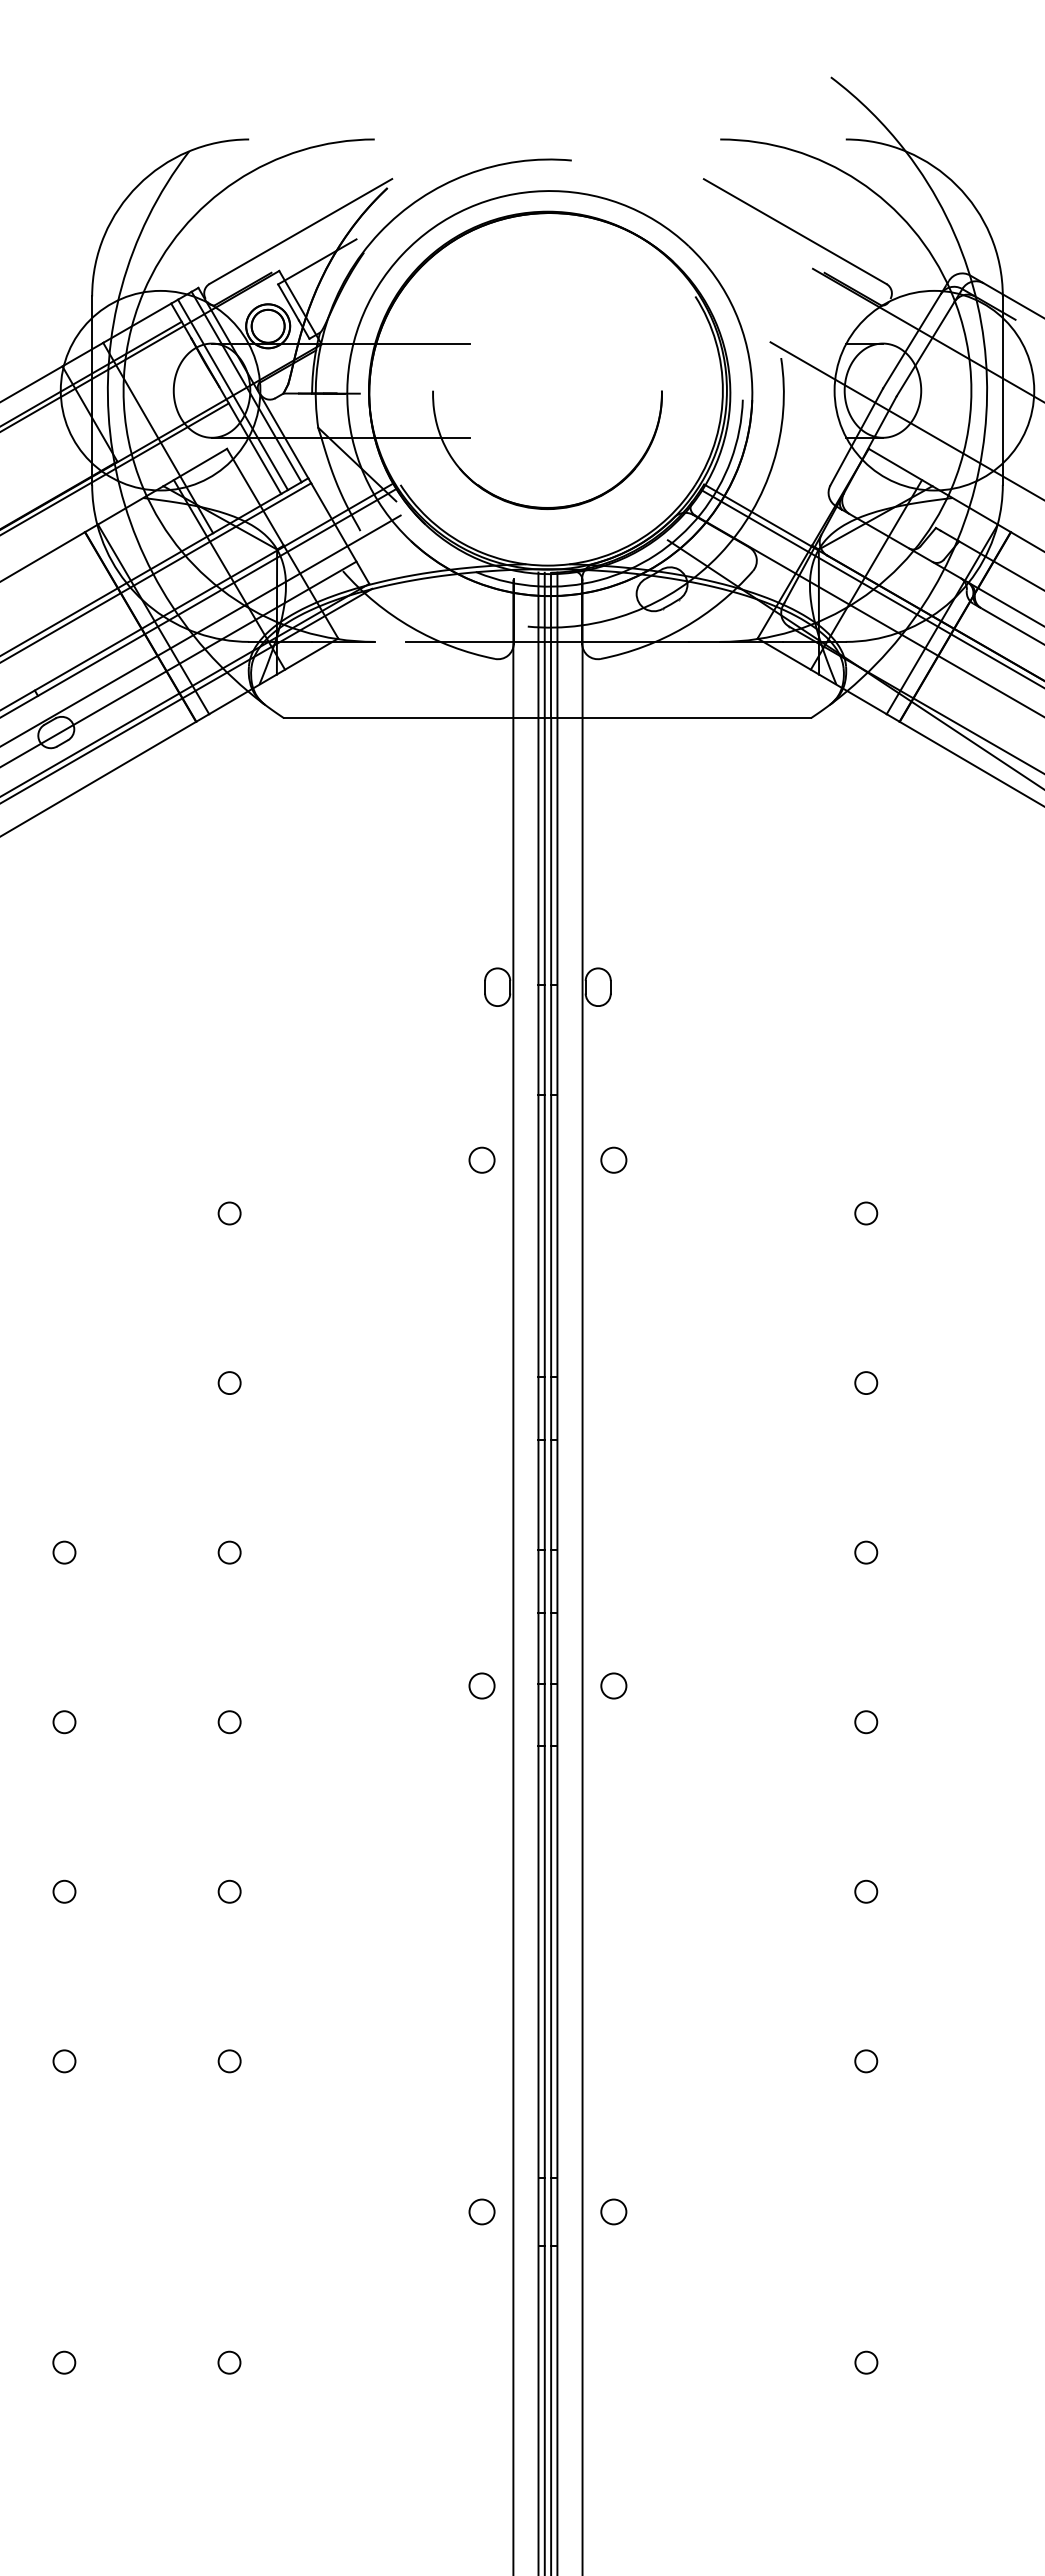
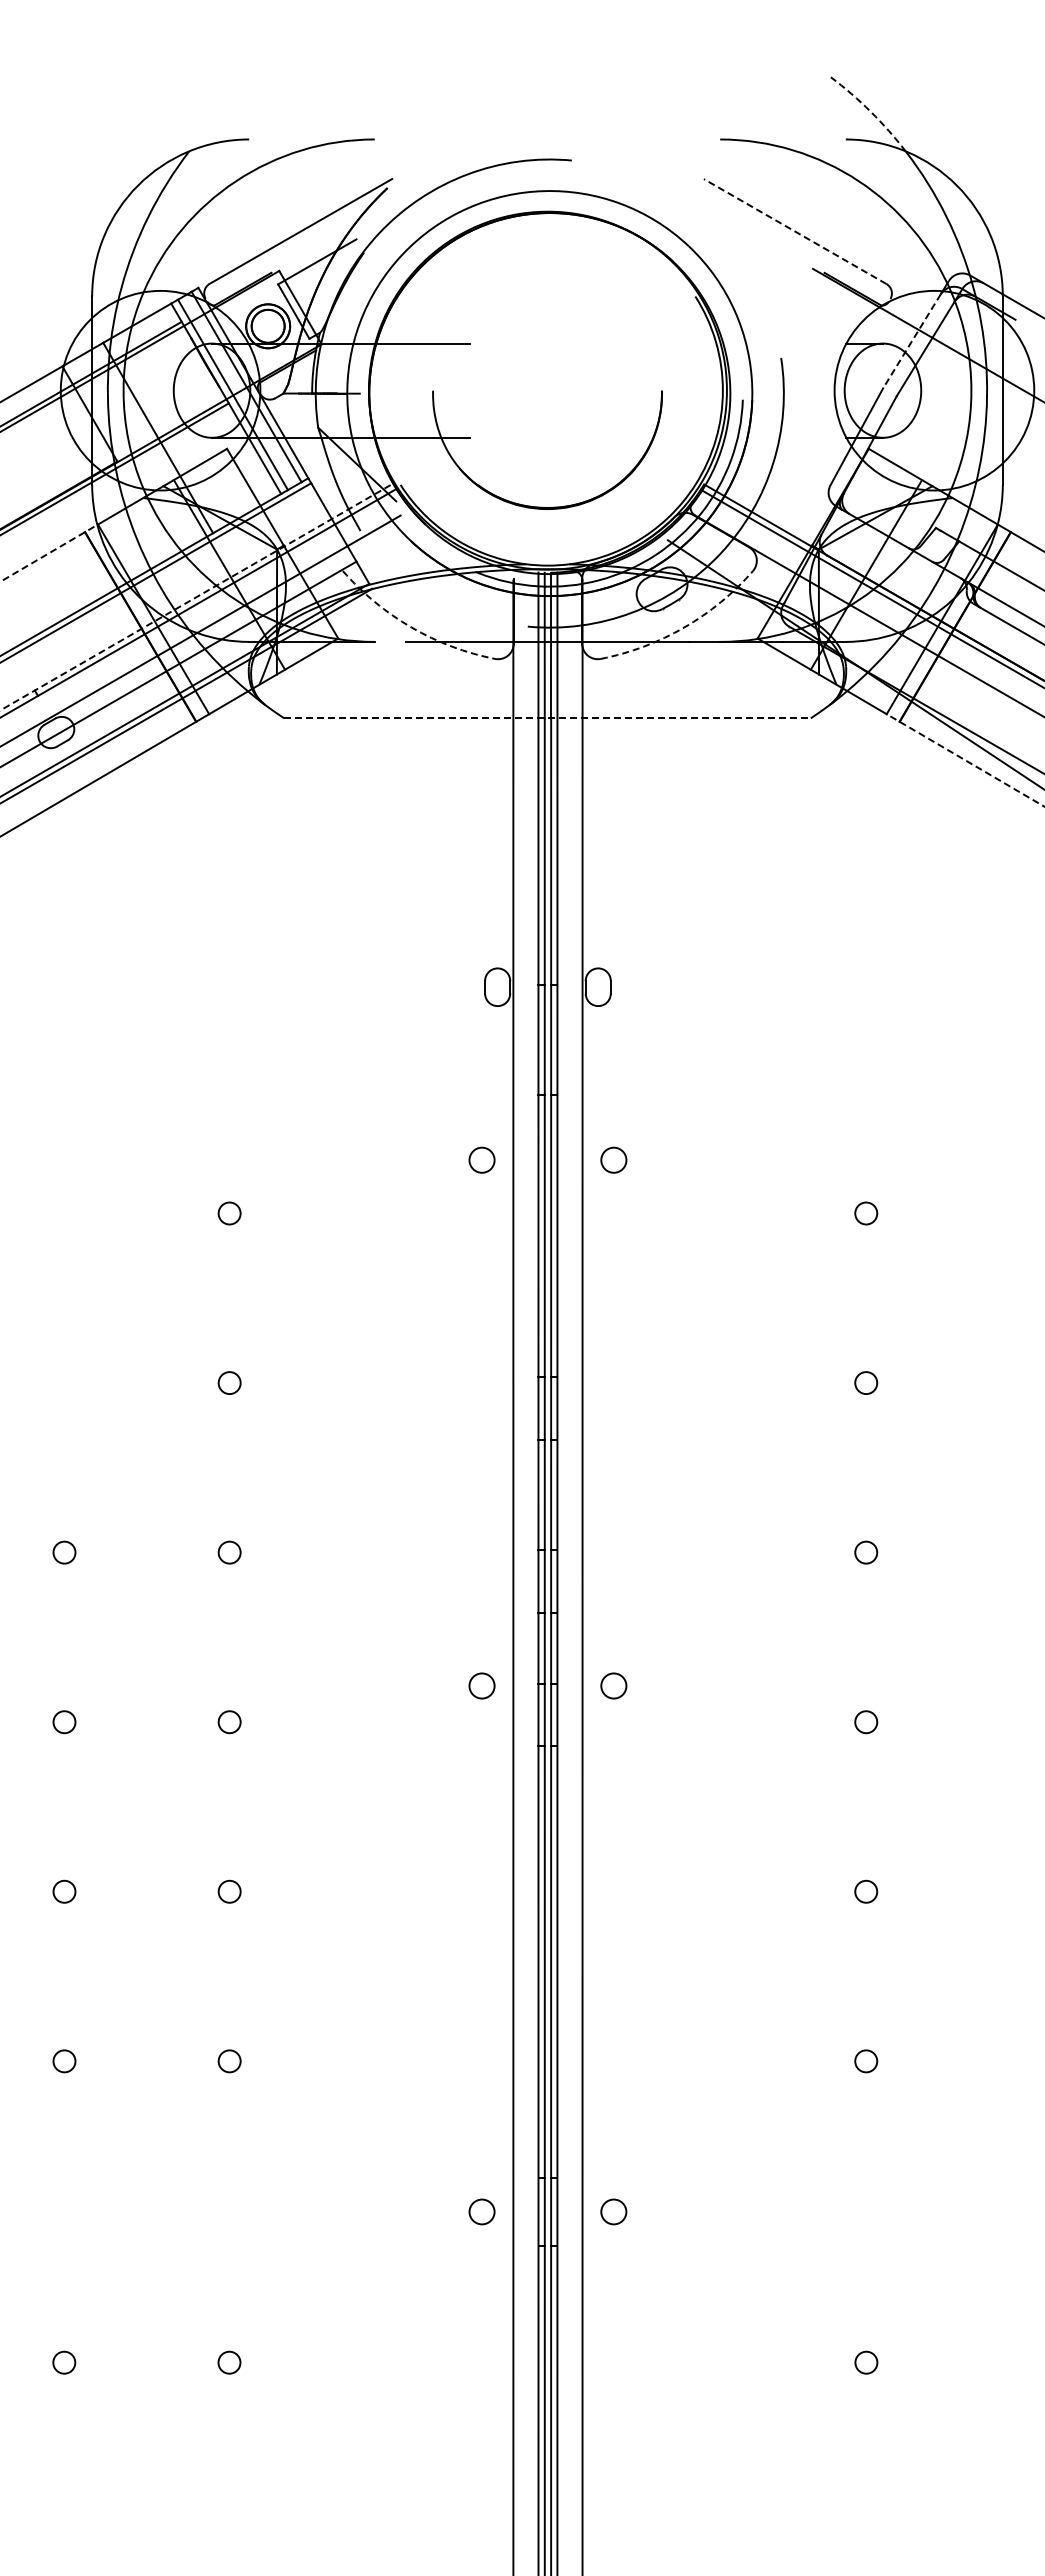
arc at (870, 111): solid -> dashed
line at (794, 231): solid -> dashed
line at (911, 341): solid -> dashed
line at (905, 420): present -> none
line at (49, 552): solid -> dashed
line at (196, 597): solid -> dashed
arc at (411, 627): solid -> dashed
arc at (684, 627): solid -> dashed
line at (548, 718): solid -> dashed
line at (965, 760): solid -> dashed
